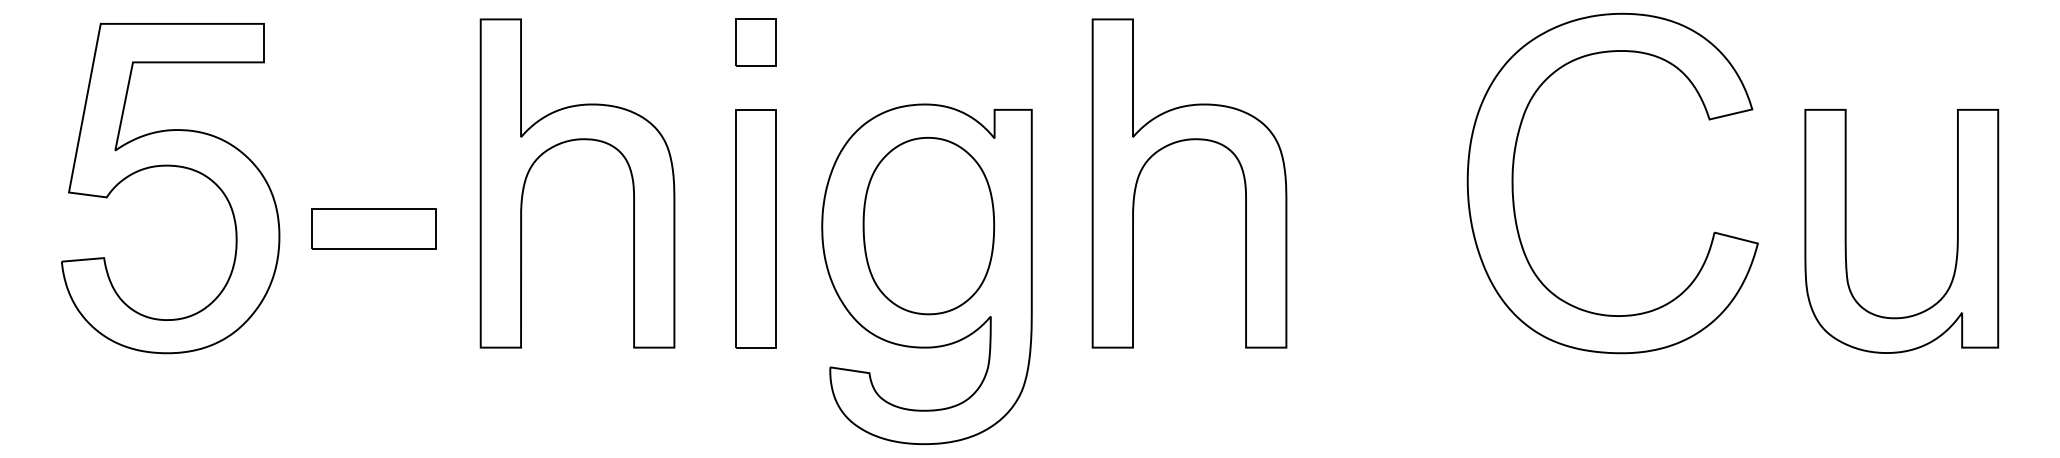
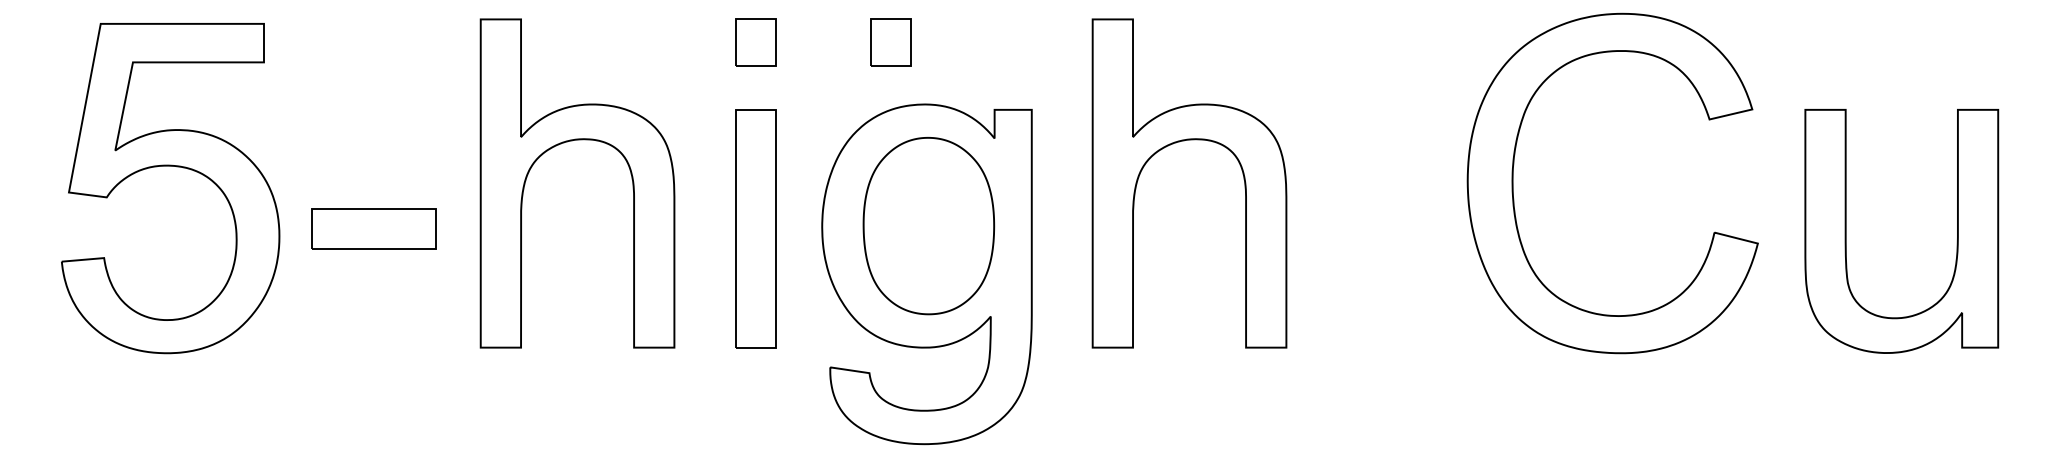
part at (890, 42): none -> present
